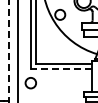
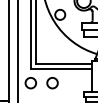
line at (9, 51): dashed -> solid
line at (61, 69): dashed -> solid
circle at (52, 83): none -> present
